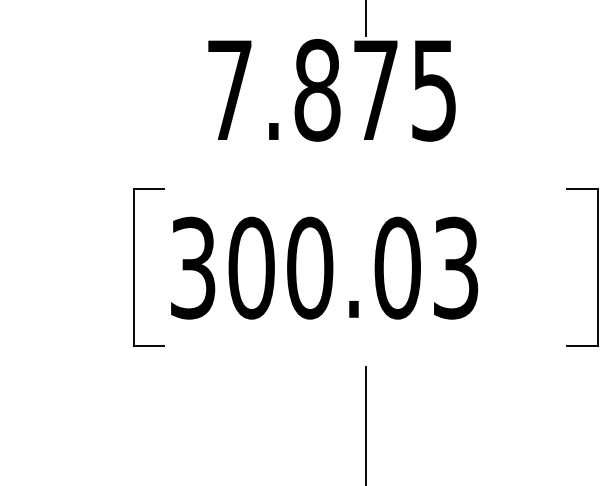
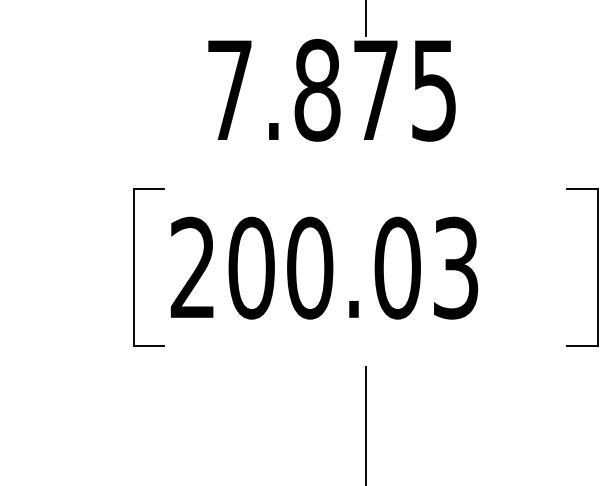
text at (192, 267): 300.03 -> 200.03
